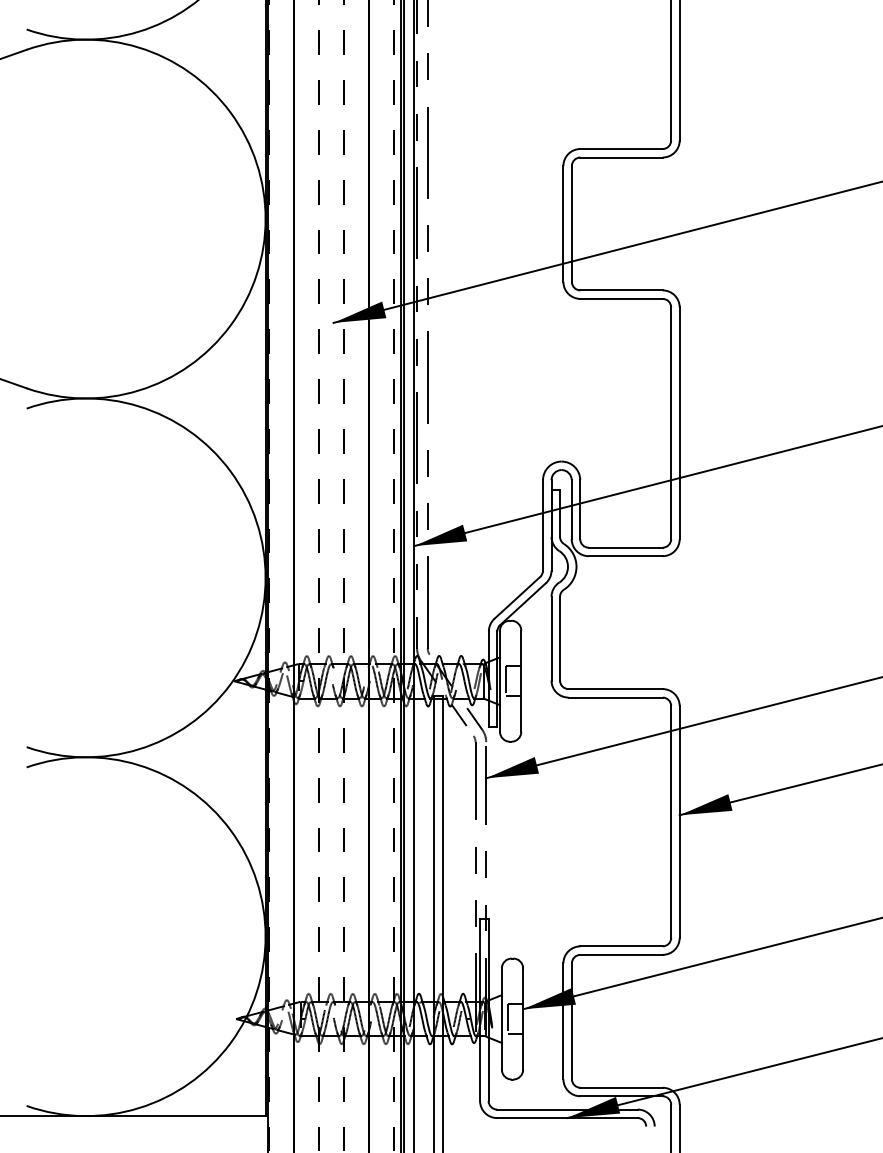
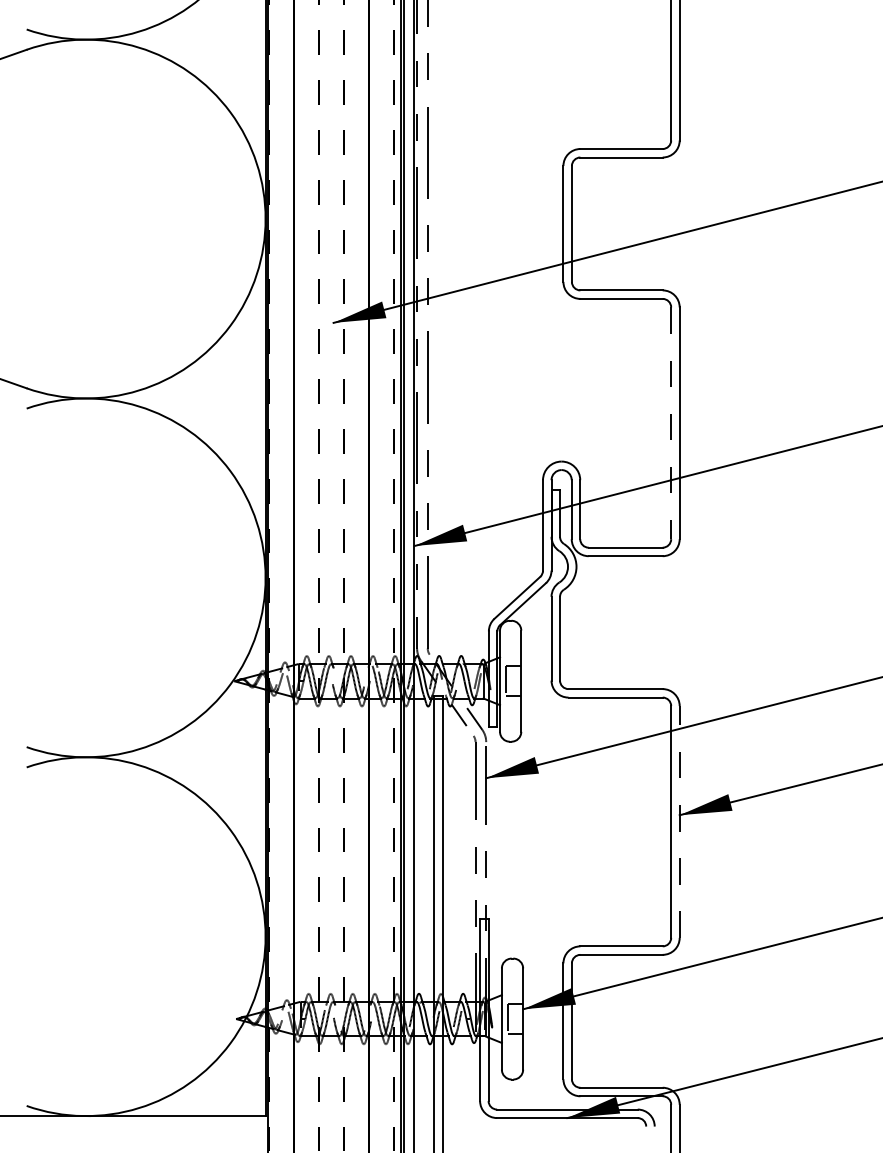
line at (671, 423): solid -> dashed
line at (679, 821): solid -> dashed
